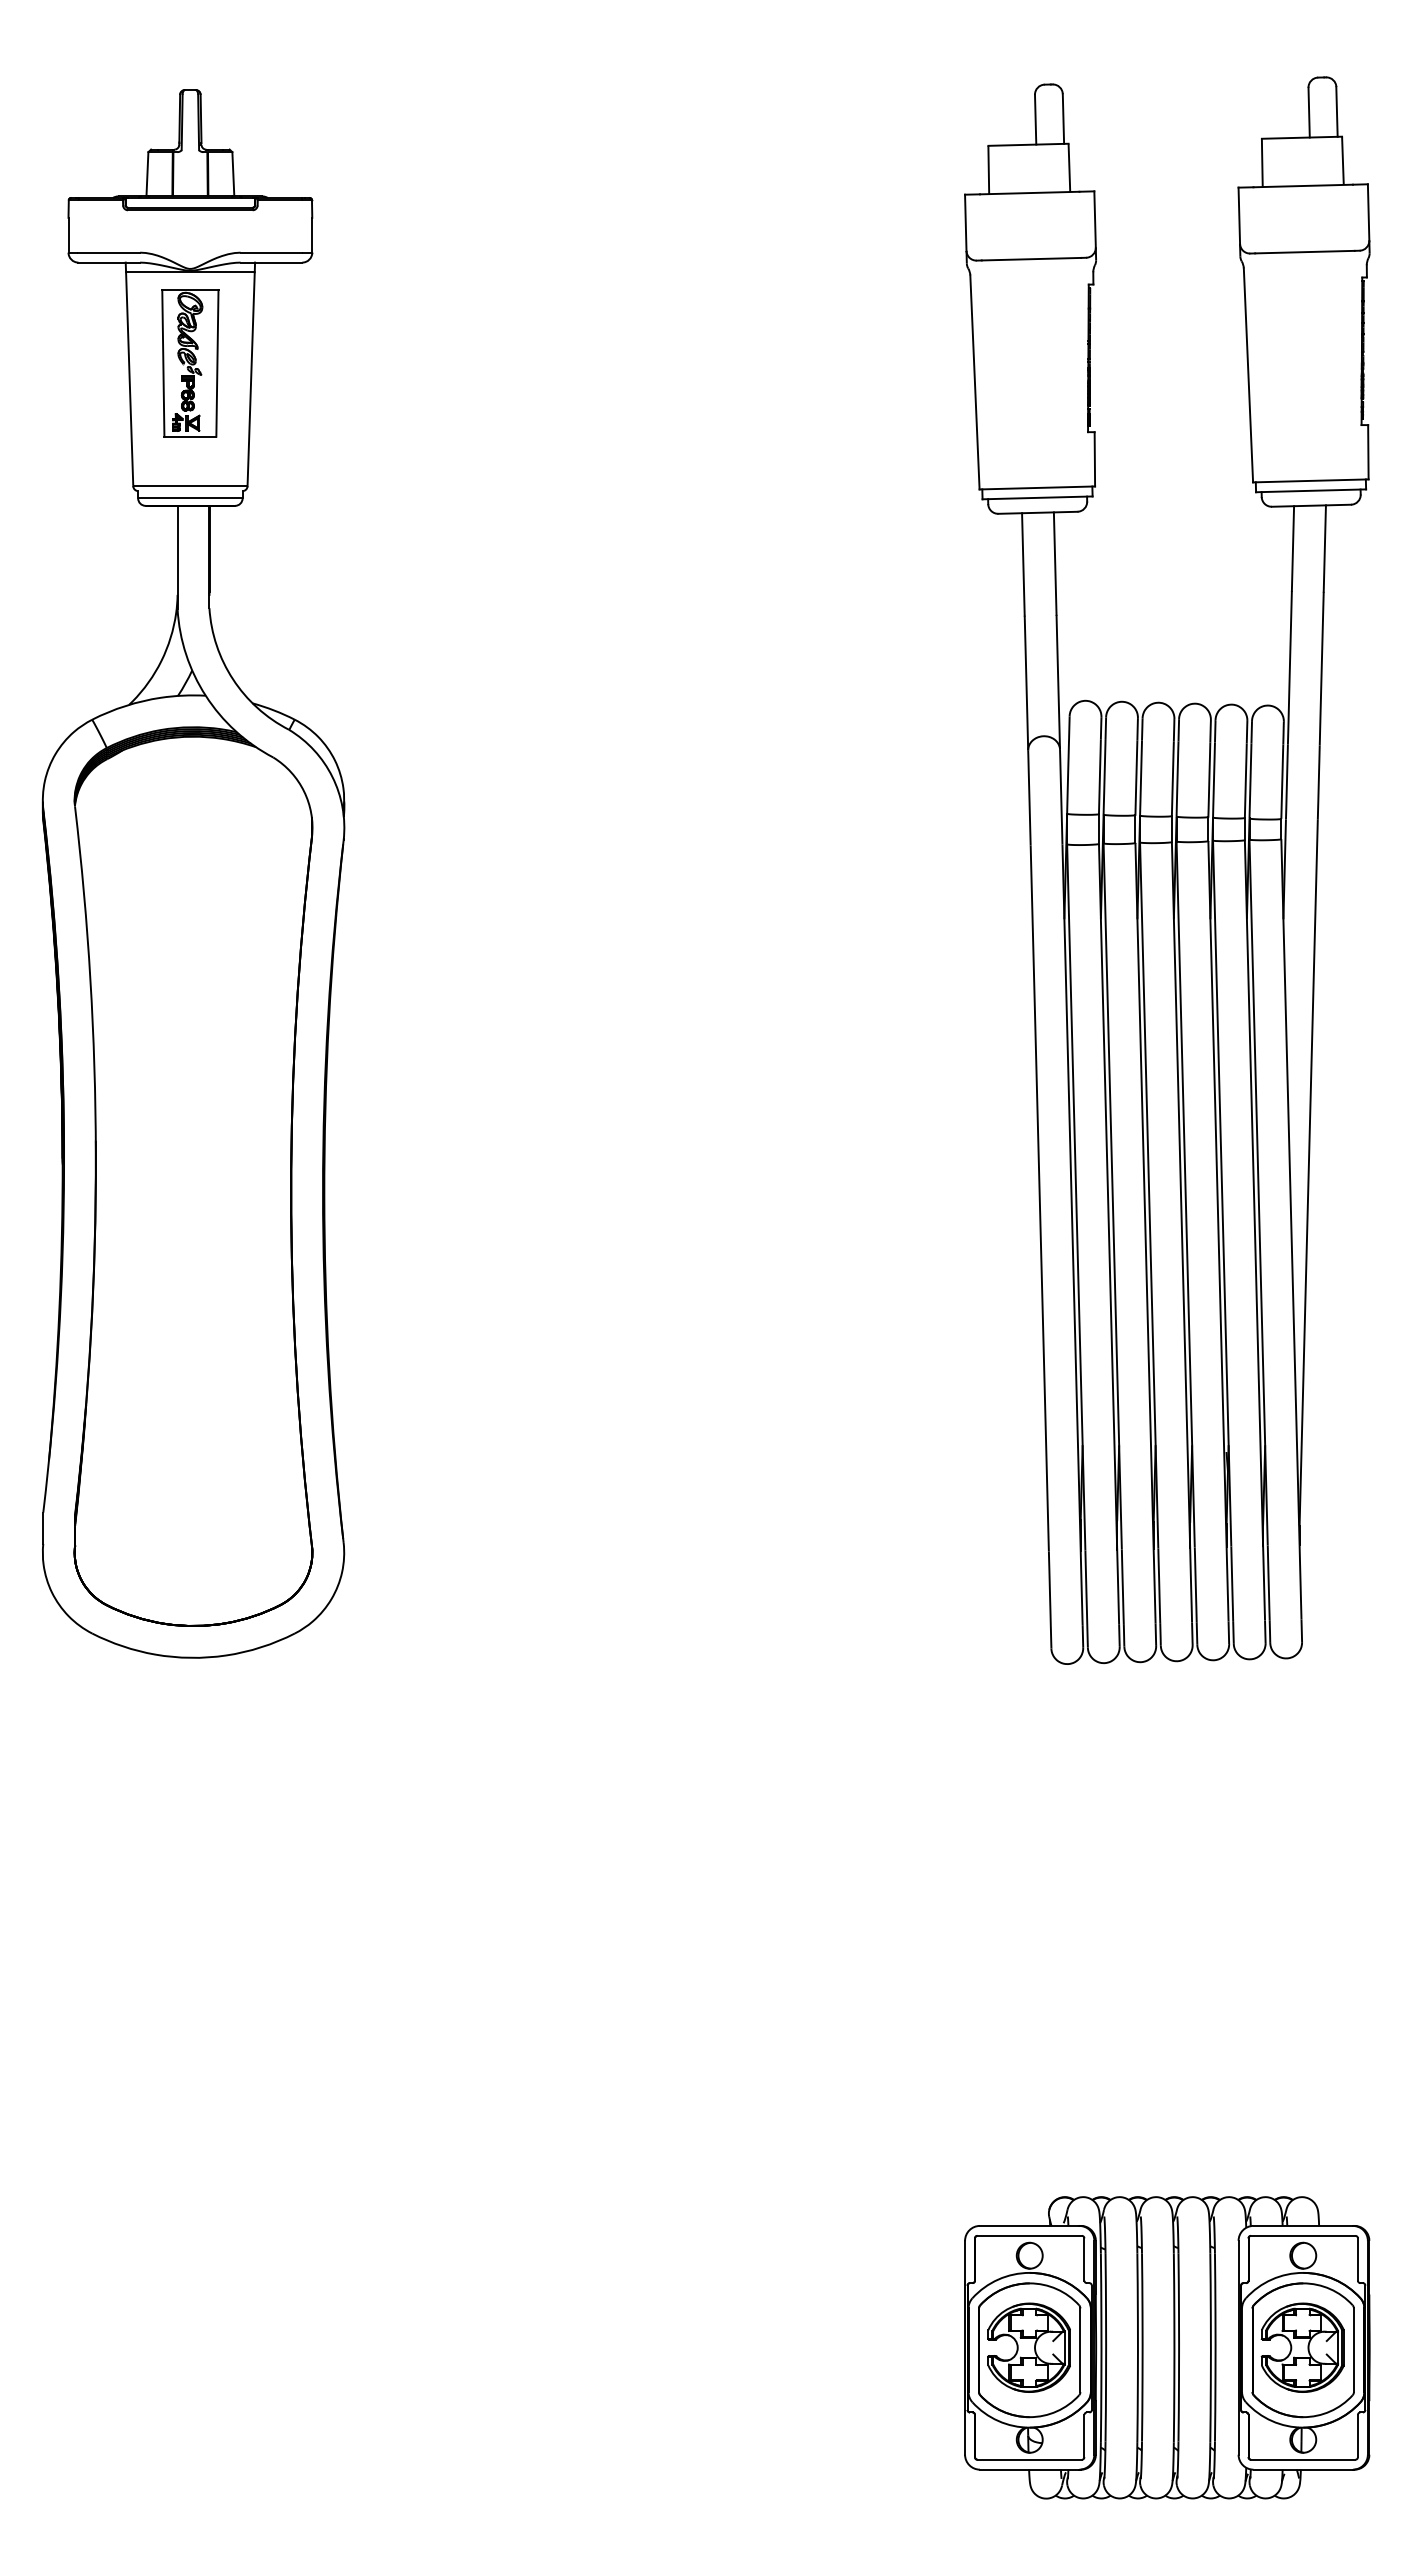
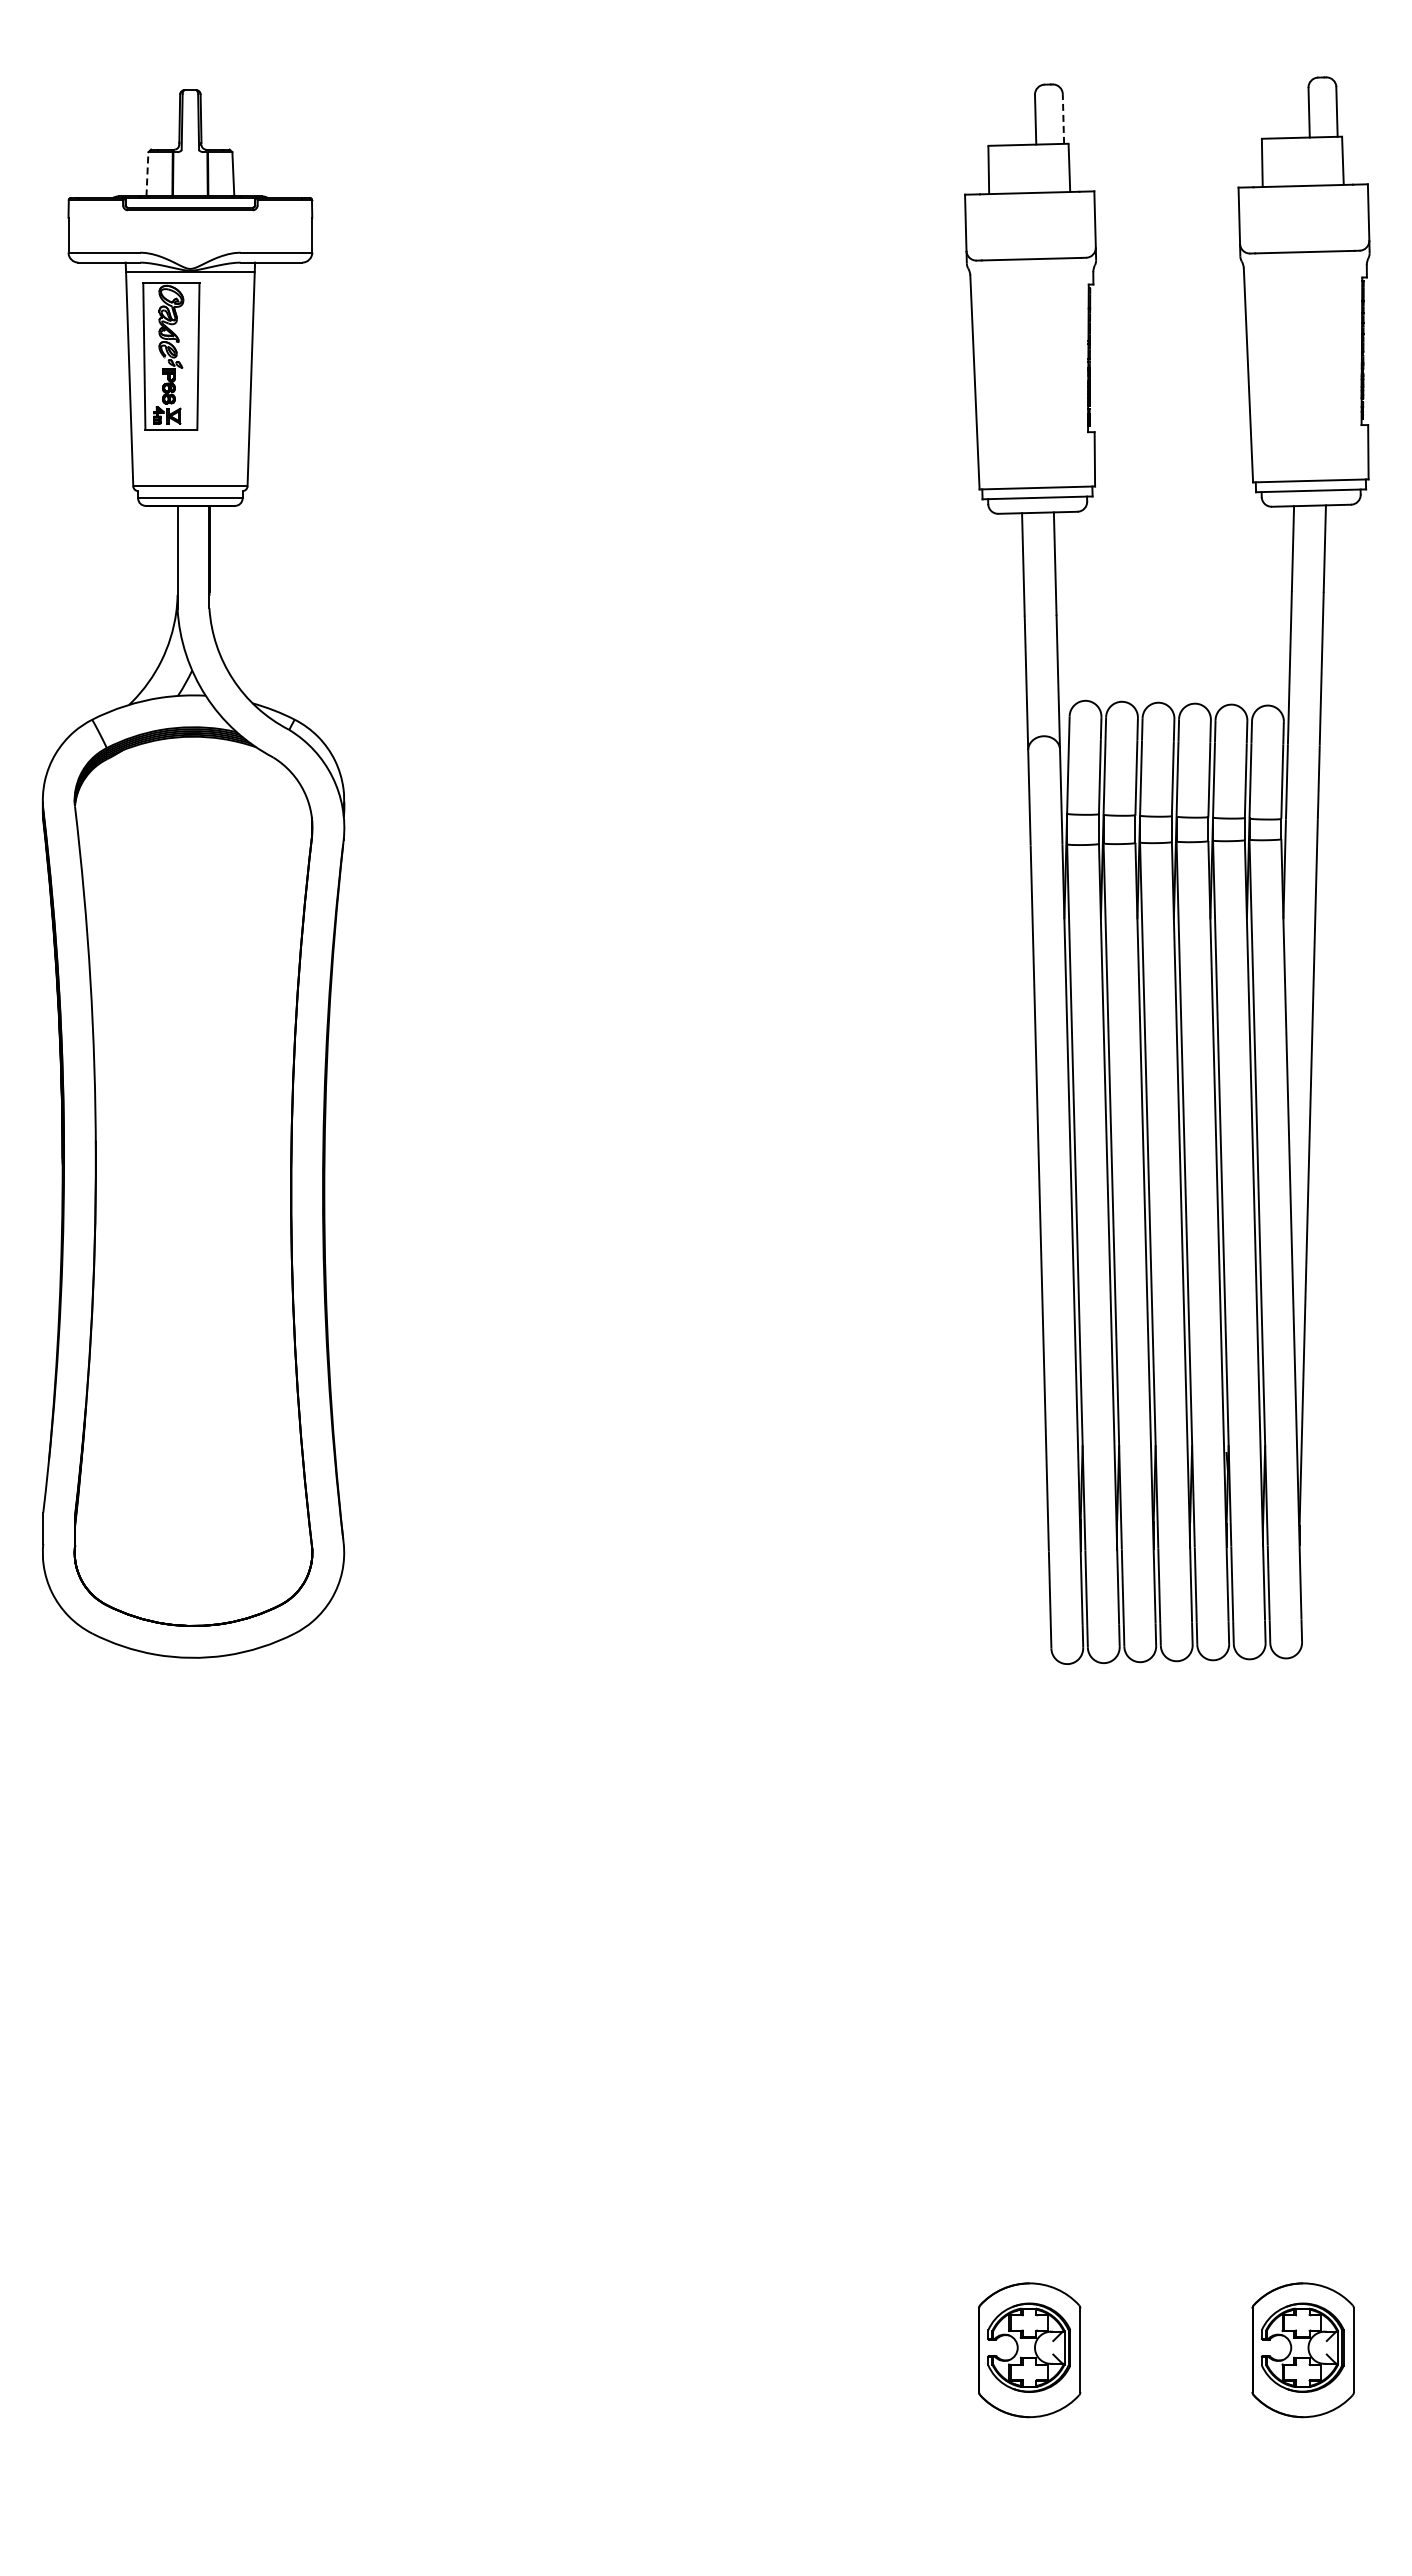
line at (1063, 119): solid -> dashed
line at (147, 173): solid -> dashed
part at (190, 363) position: (190, 363) -> (171, 356)
part at (1167, 2347): present -> none
